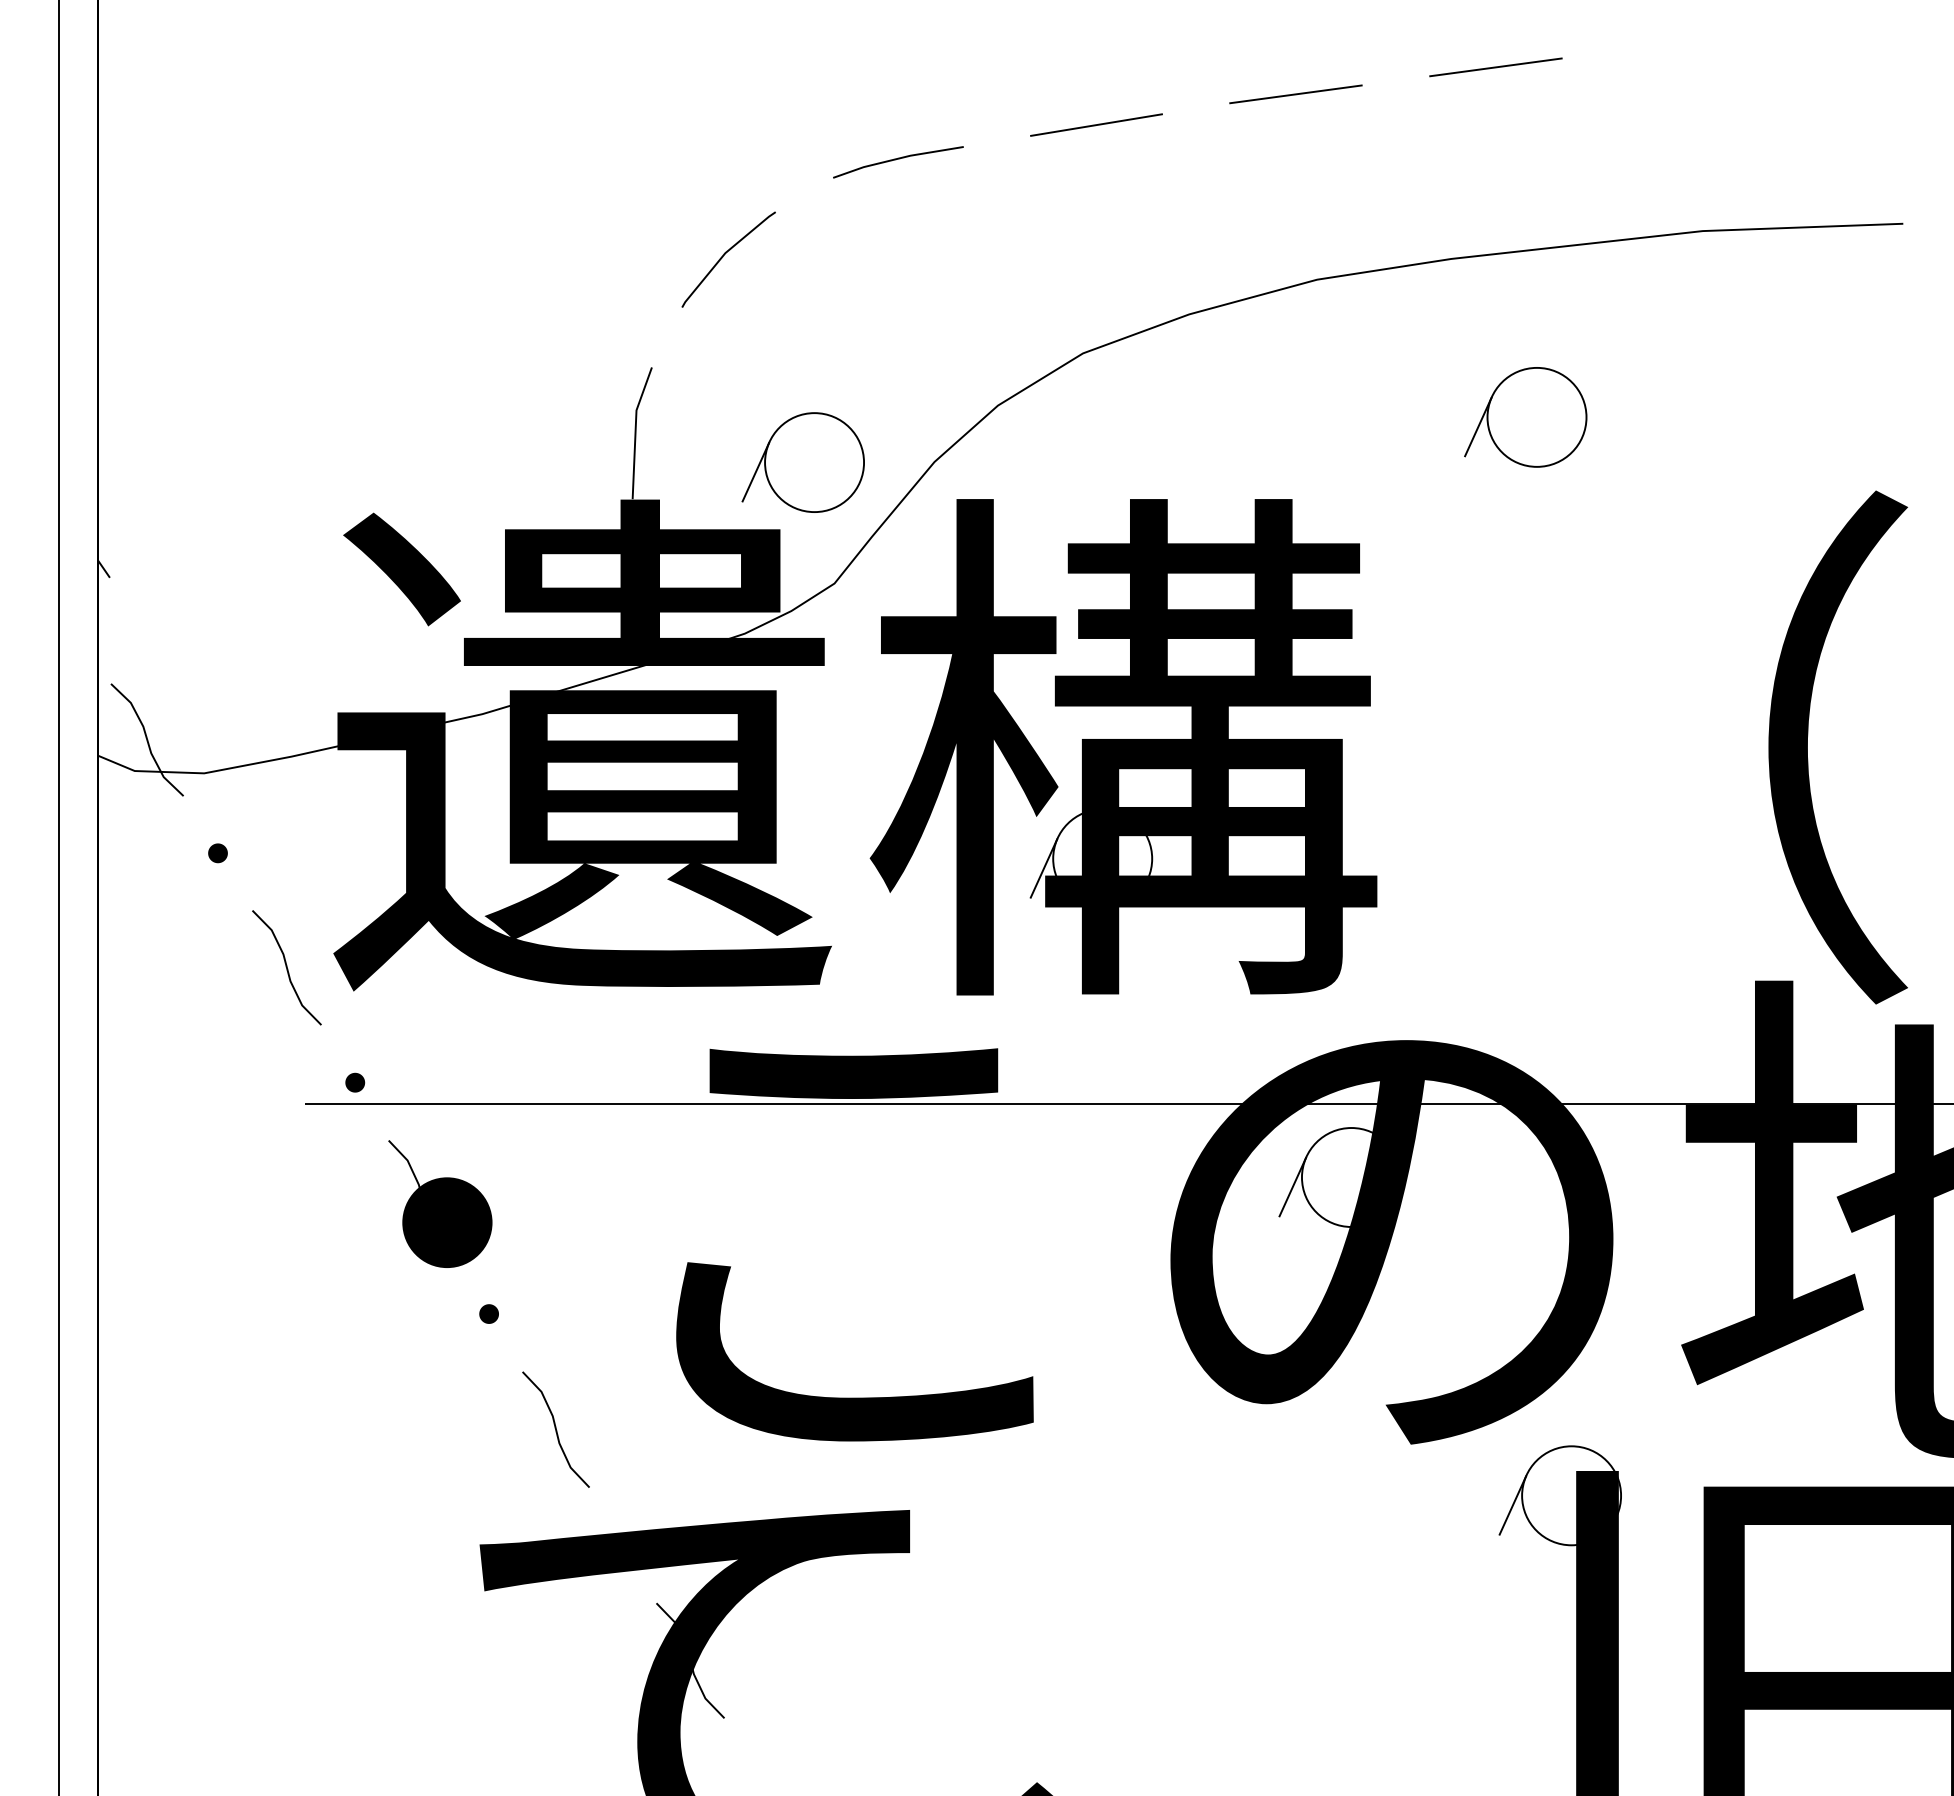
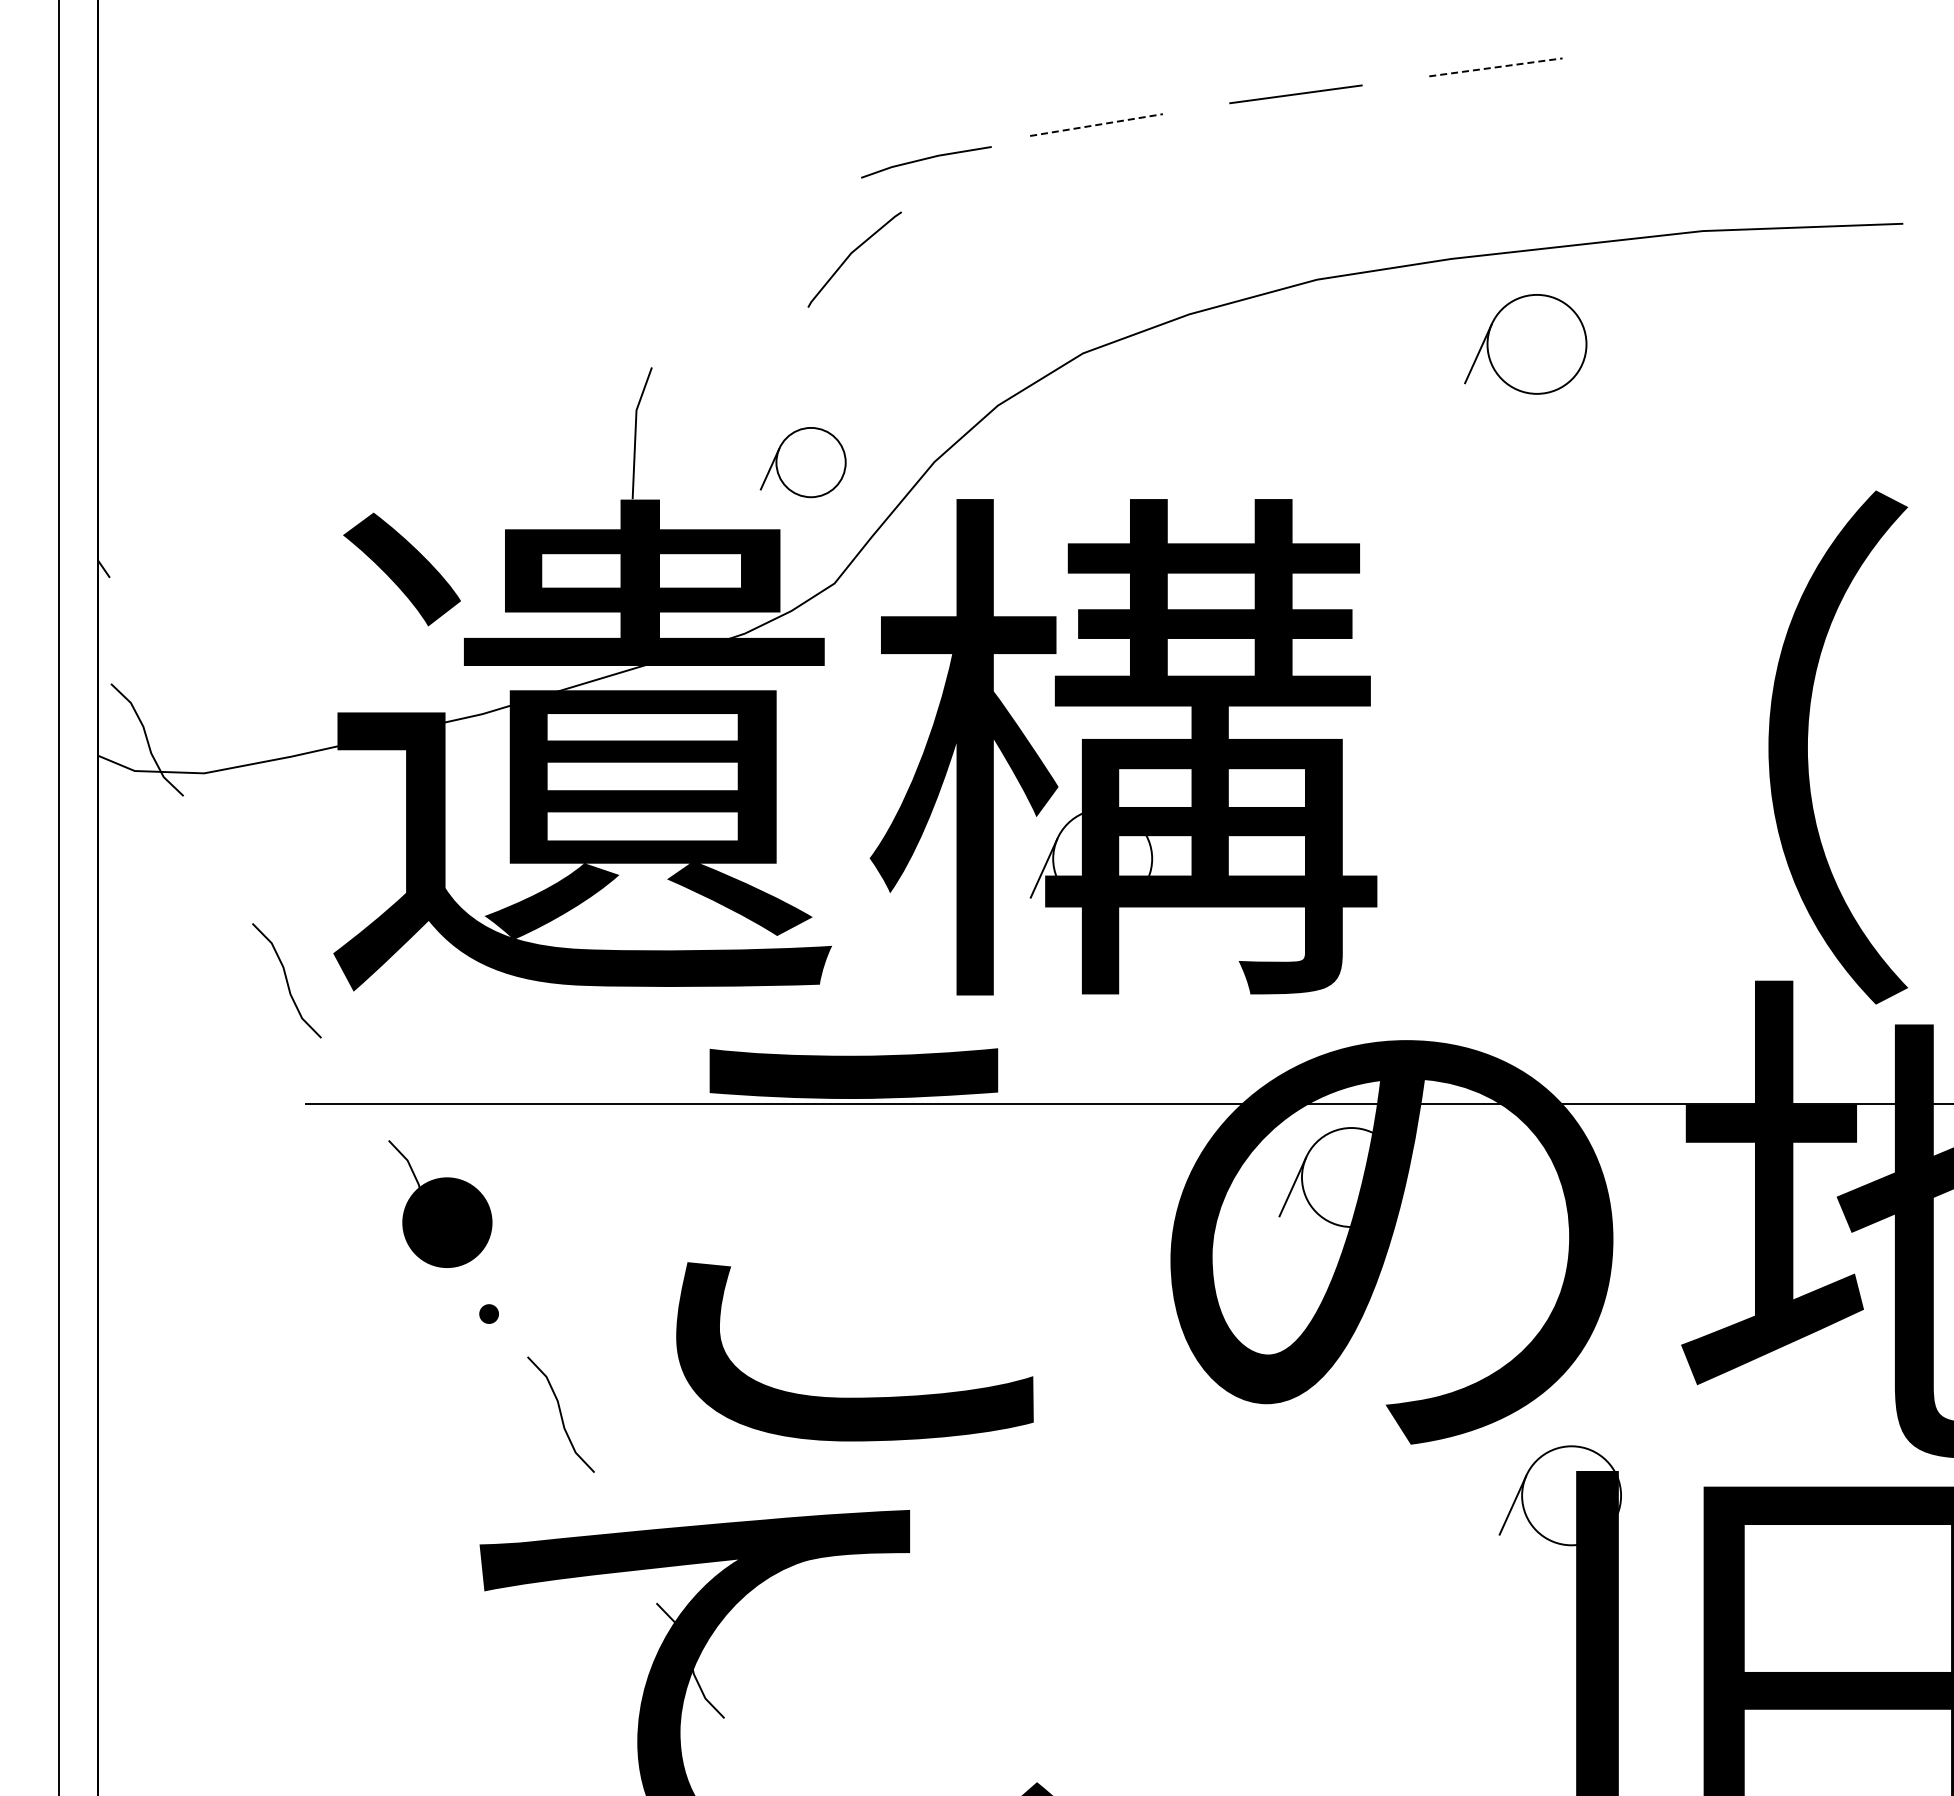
line at (1496, 67): solid -> dashed
line at (1097, 125): solid -> dashed
line at (896, 160) position: (896, 160) -> (924, 160)
line at (723, 257) position: (723, 257) -> (849, 257)
part at (1525, 417) position: (1525, 417) -> (1525, 344)
part at (802, 462) size: 124x101 px -> 88x72 px
fill at (217, 853): present -> none
curve at (286, 967) position: (286, 967) -> (286, 980)
fill at (355, 1082): present -> none
curve at (555, 1429) position: (555, 1429) -> (560, 1414)
